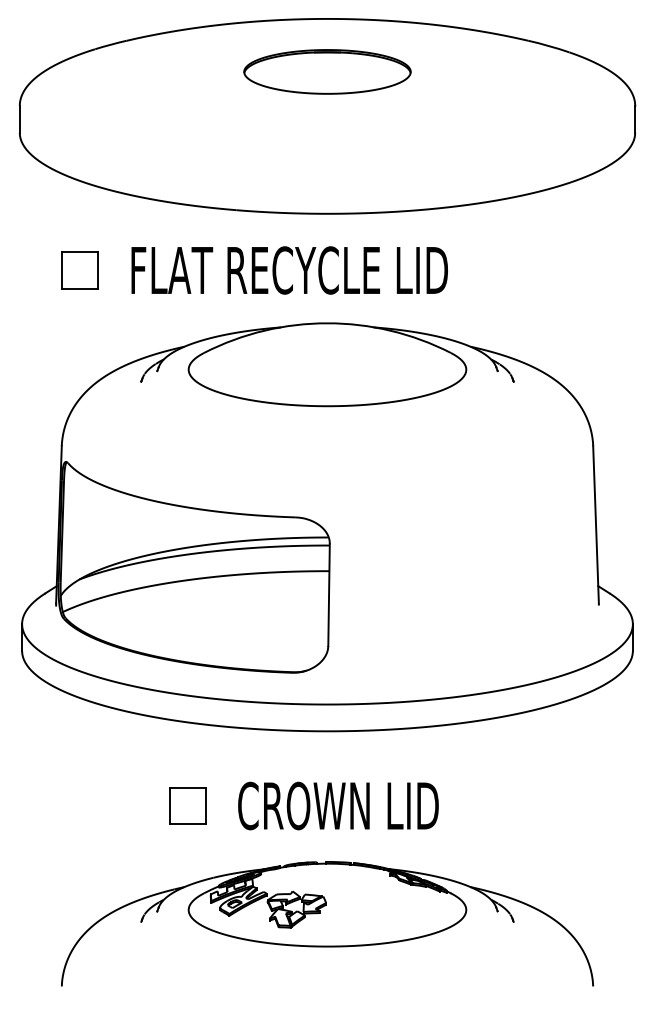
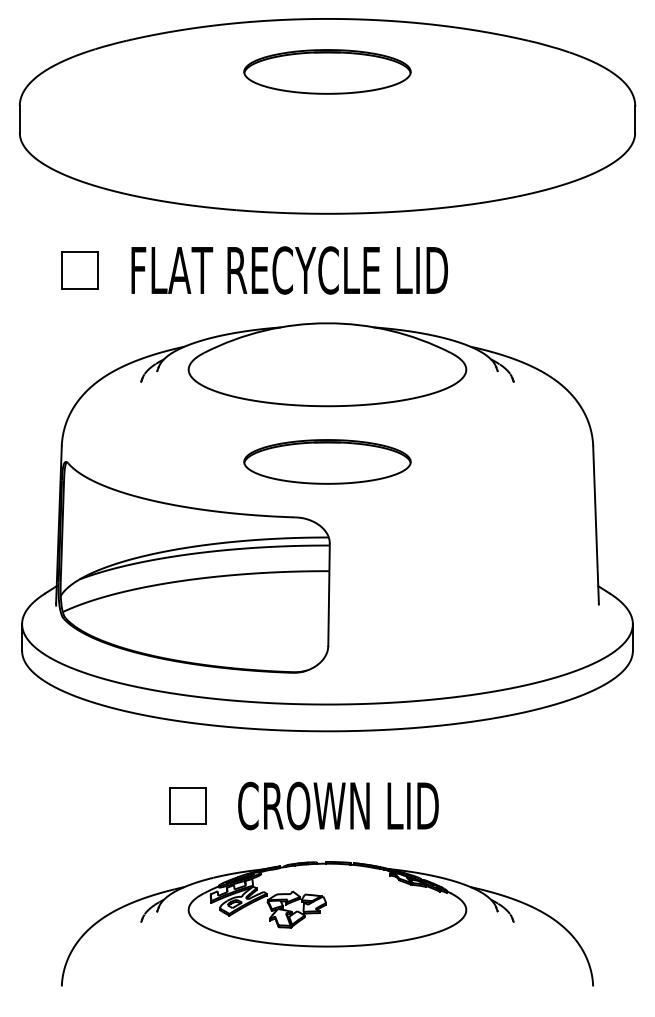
part at (327, 461): none -> present
